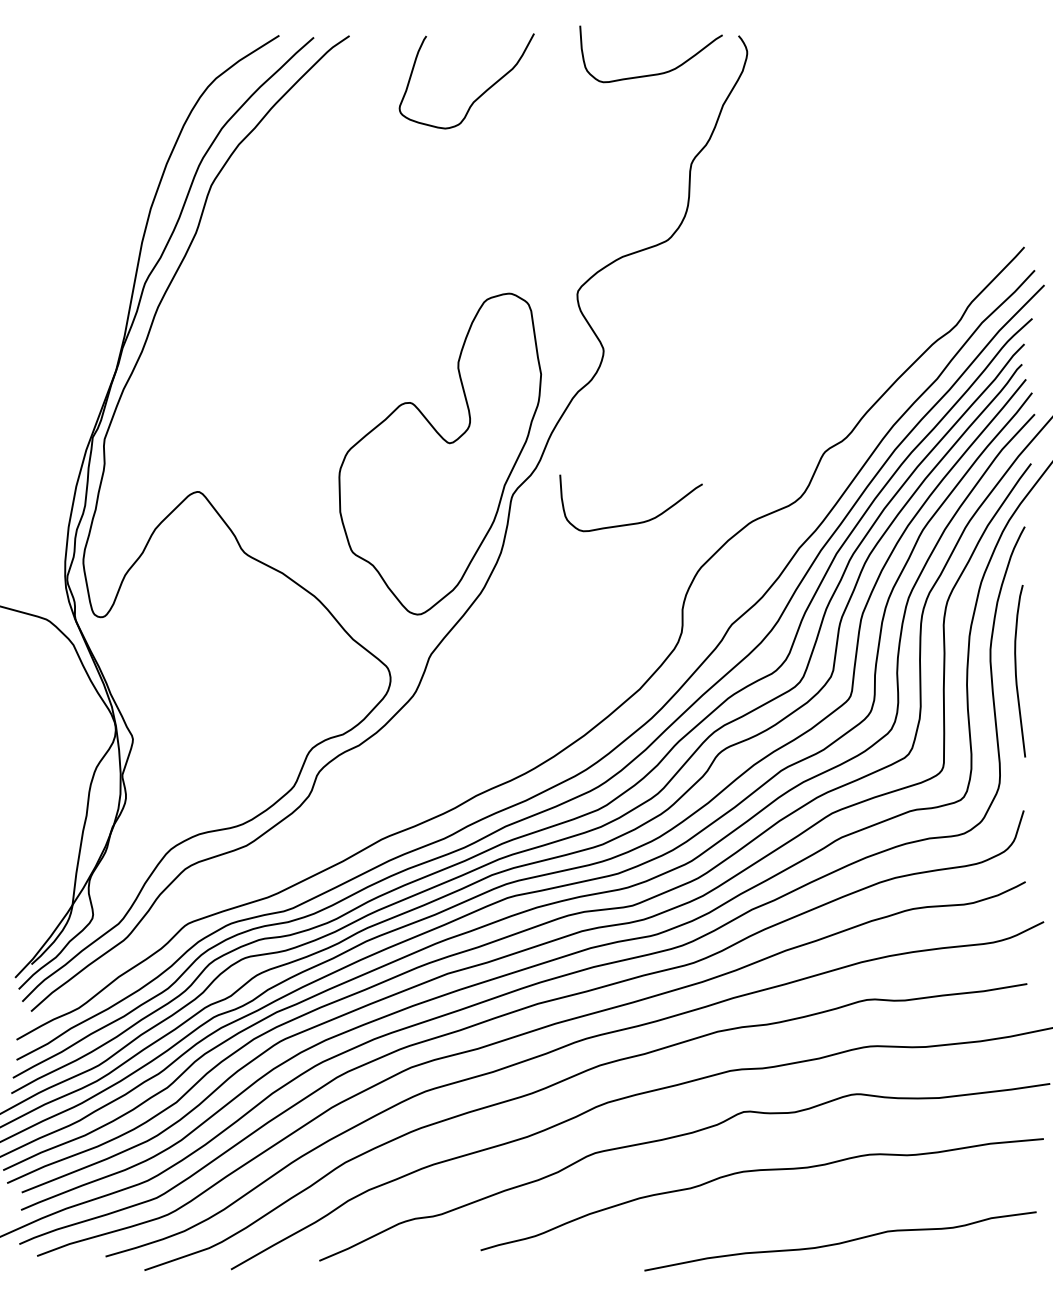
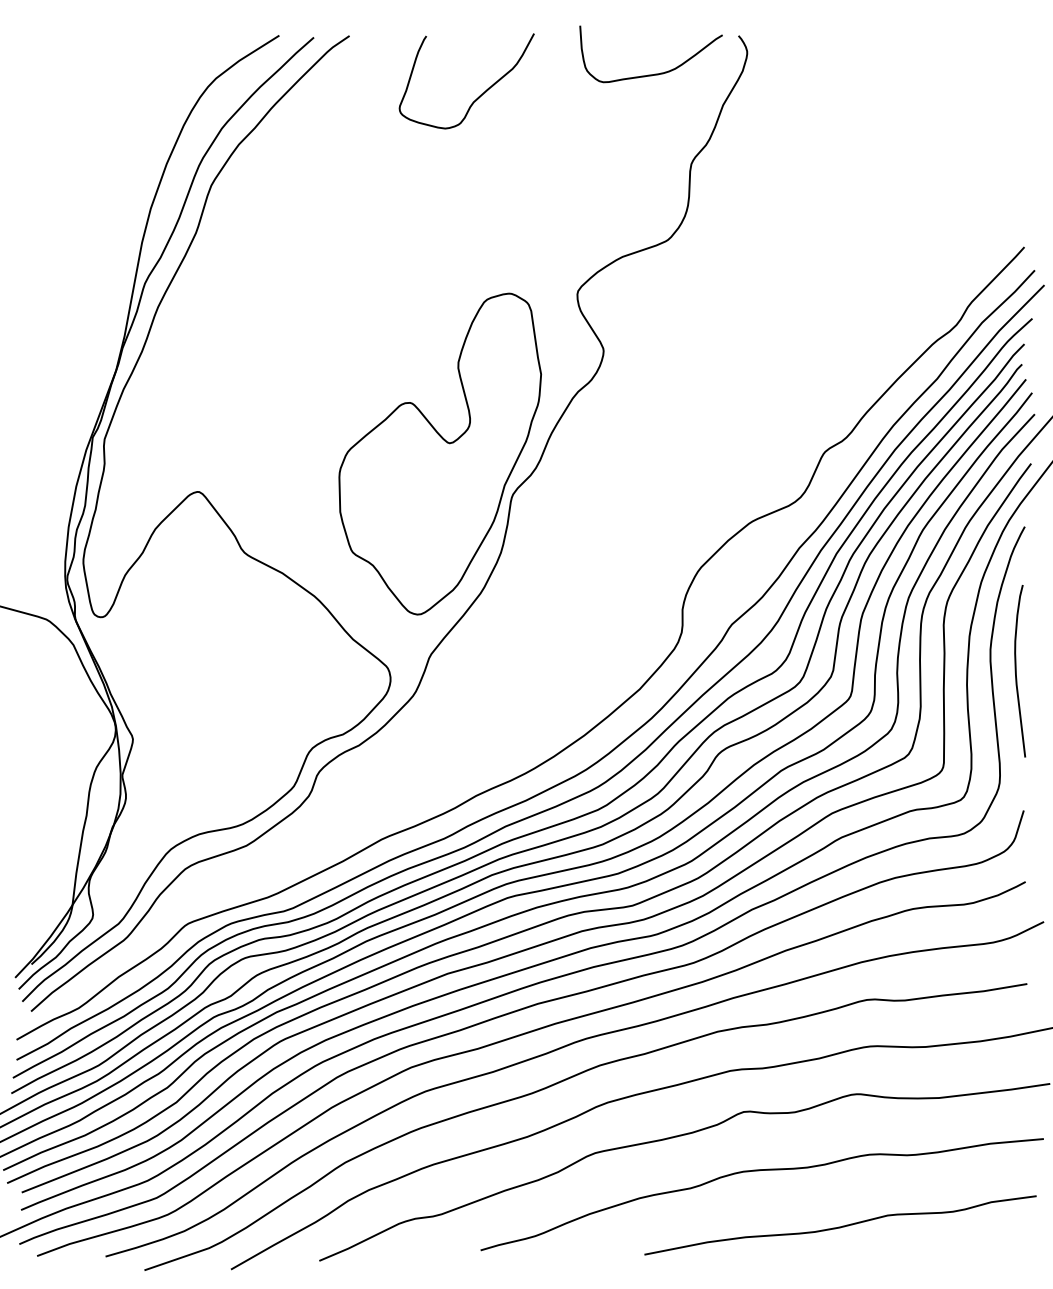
curve at (635, 522): present -> none
curve at (840, 1242) position: (840, 1242) -> (840, 1226)
